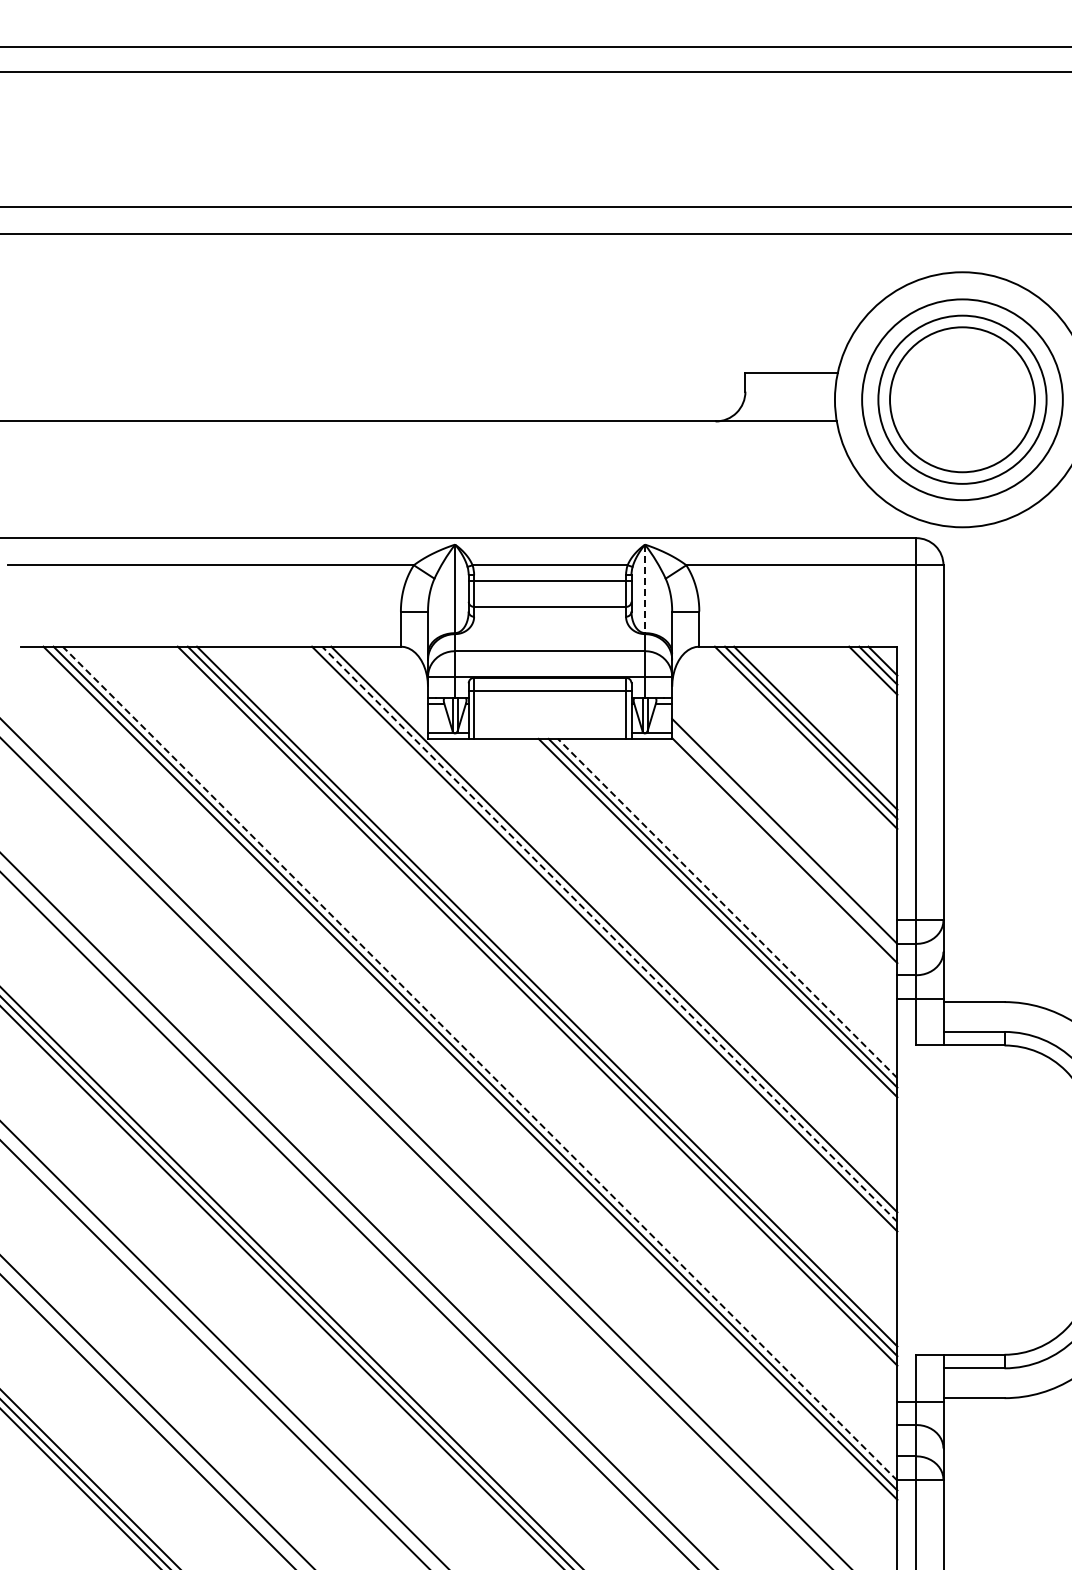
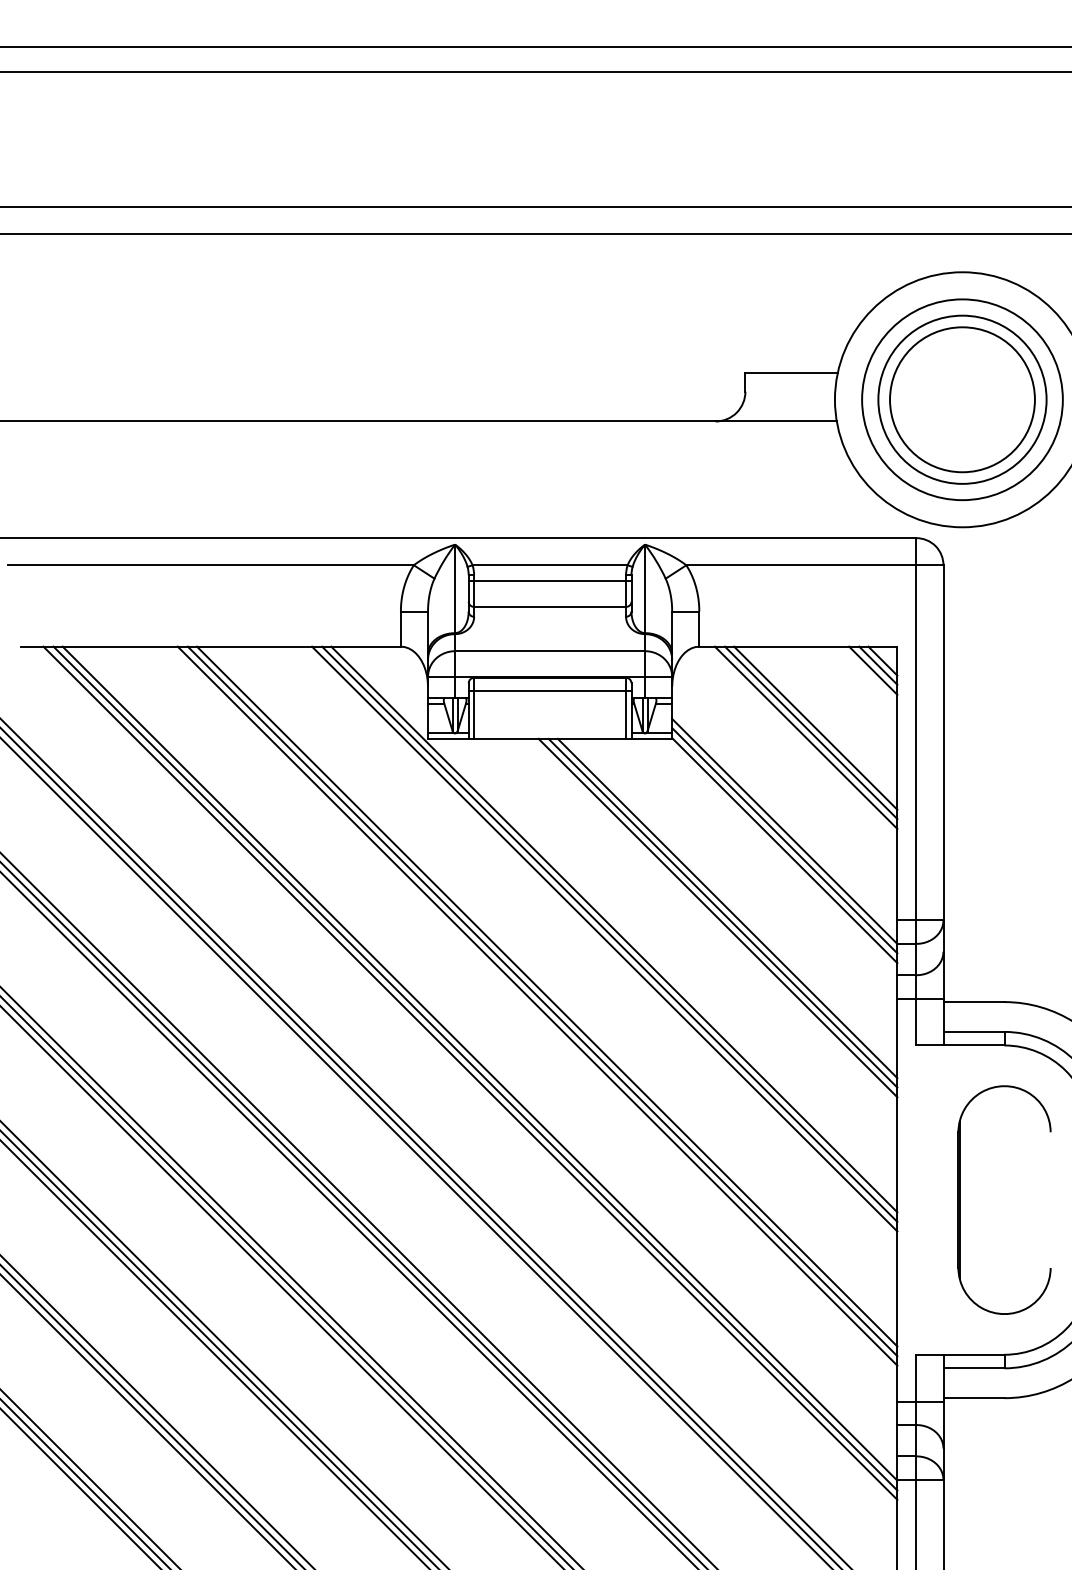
line at (645, 589): dashed -> solid
line at (784, 840): none -> present
line at (727, 908): dashed -> solid
line at (609, 934): dashed -> solid
line at (480, 1063): dashed -> solid
line at (420, 1147): none -> present
part at (960, 1199): none -> present
line at (353, 1215): none -> present
line at (219, 1349): none -> present
line at (152, 1416): none -> present
